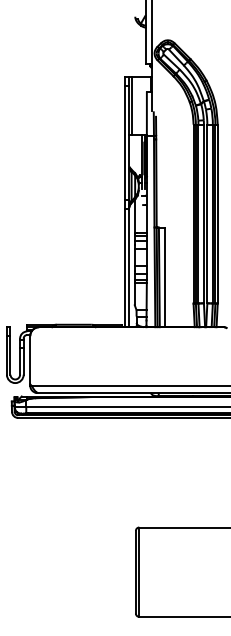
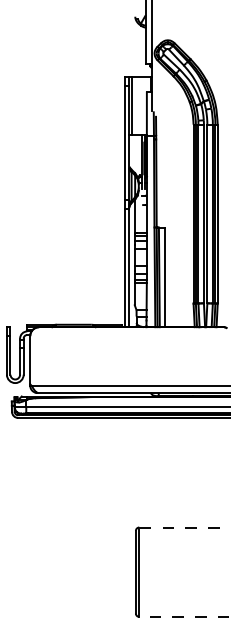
line at (184, 527): solid -> dashed
line at (184, 616): solid -> dashed
